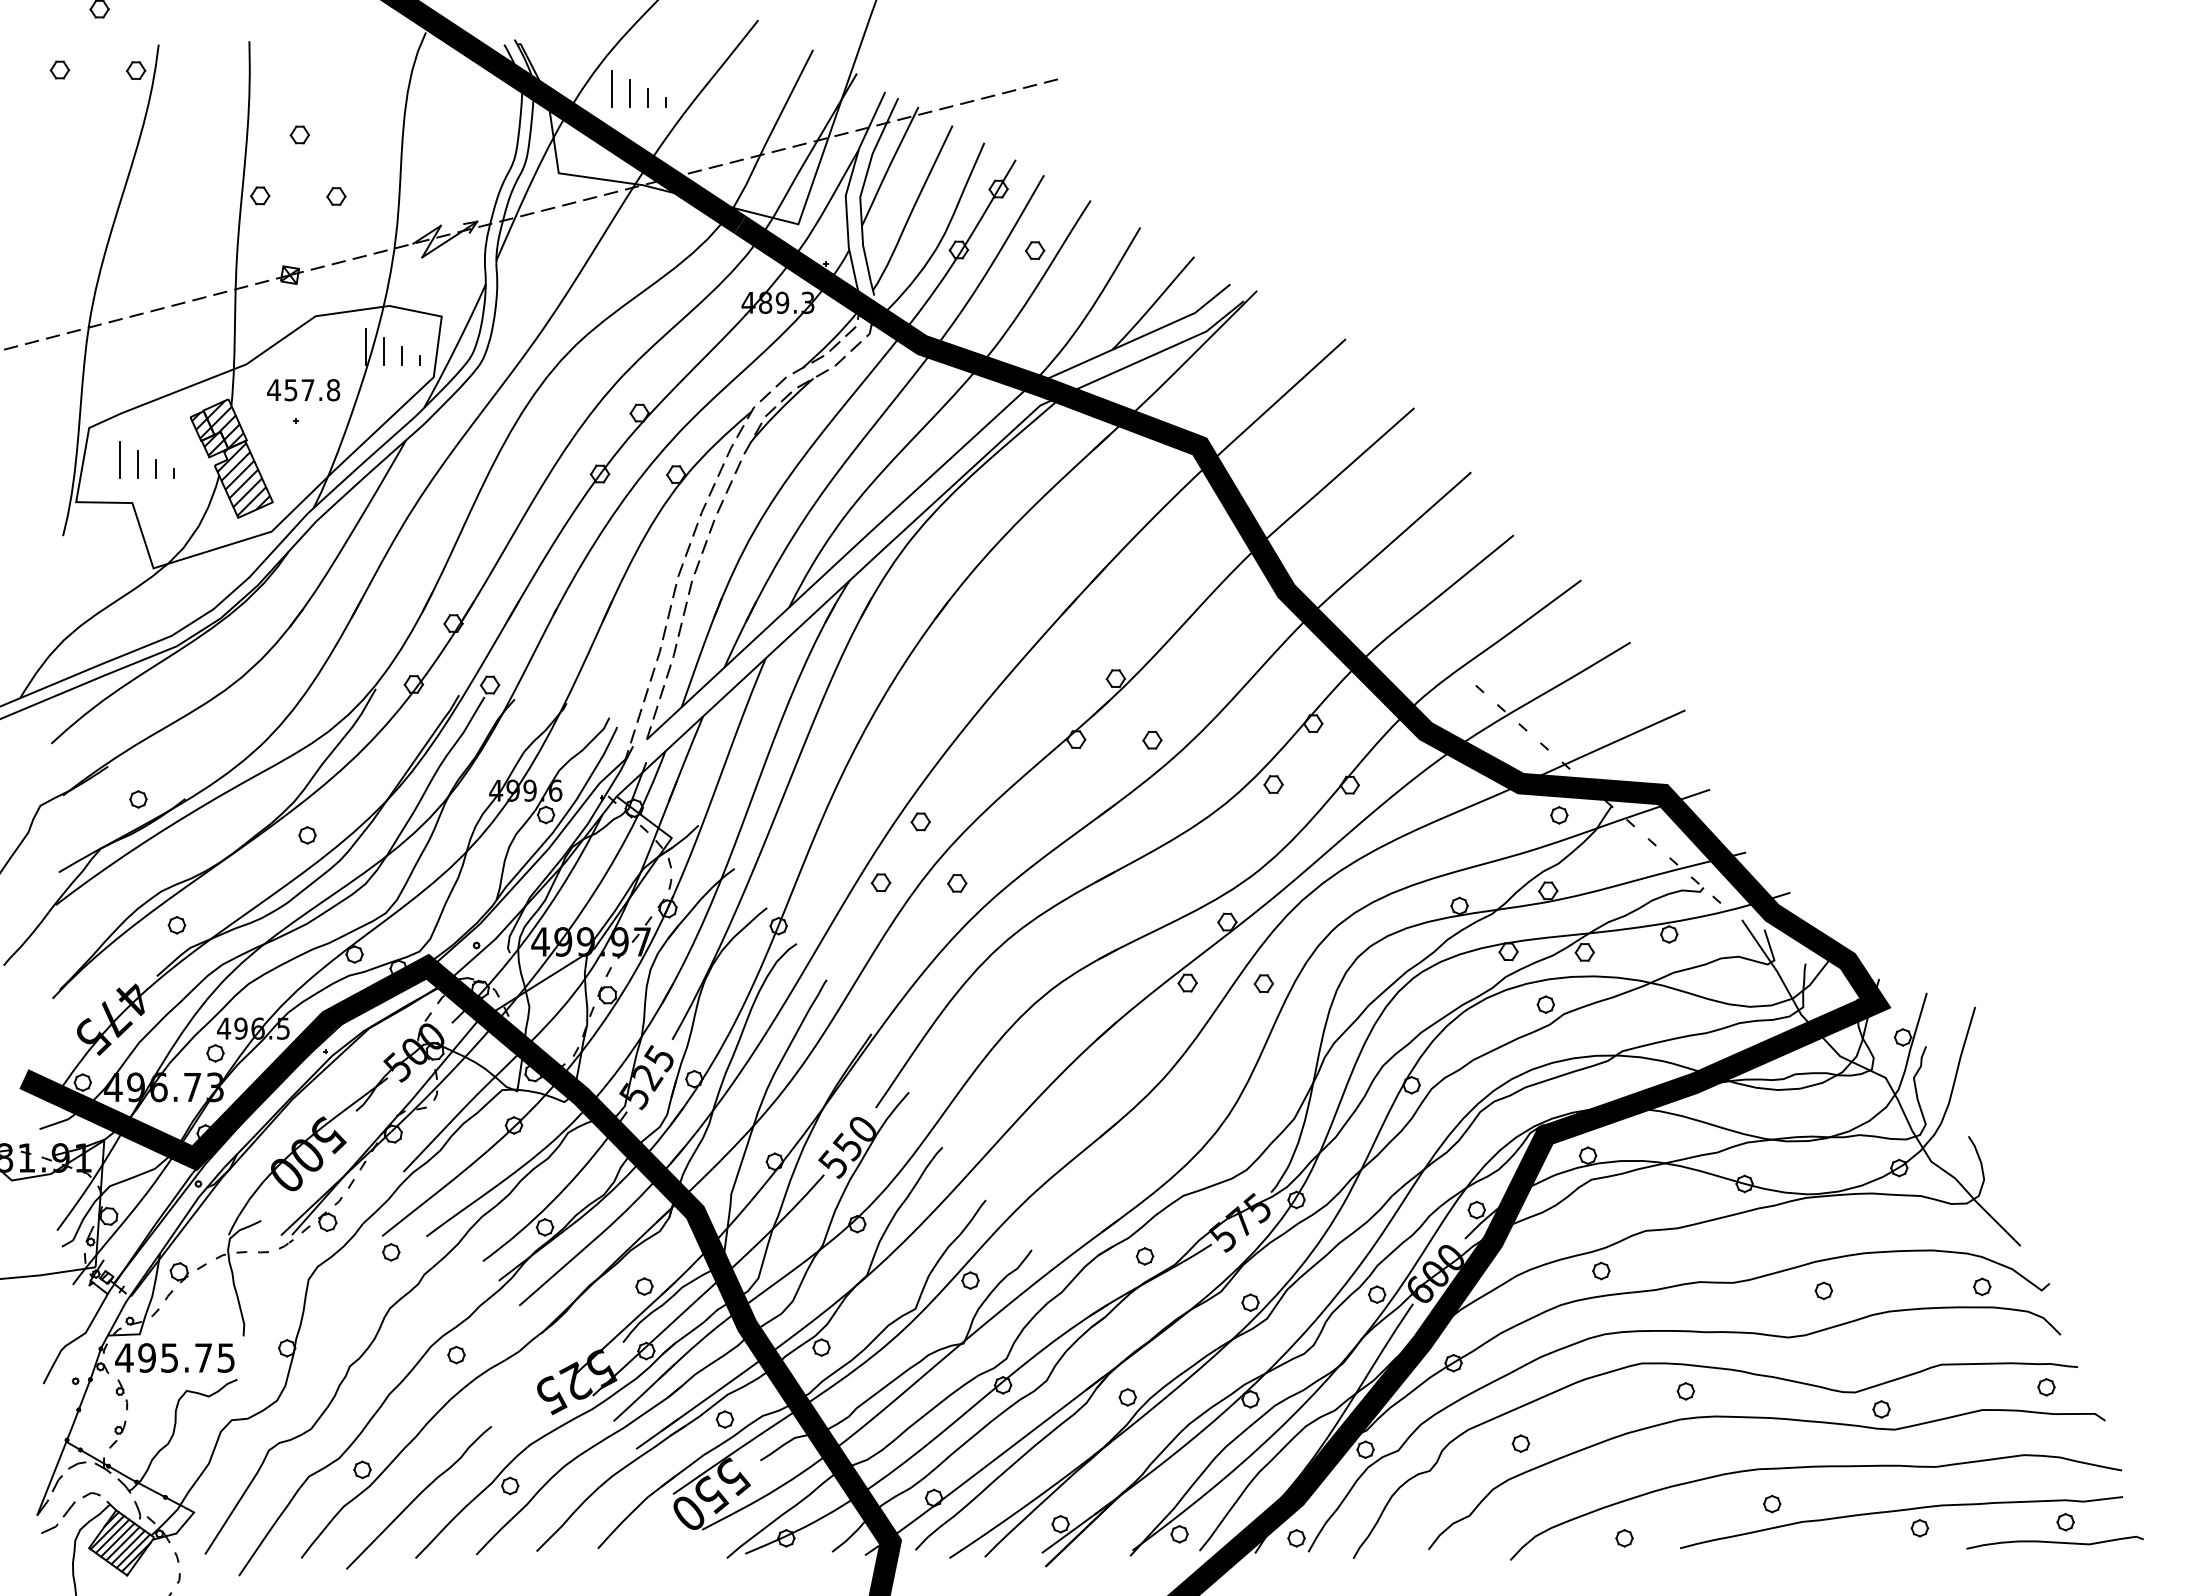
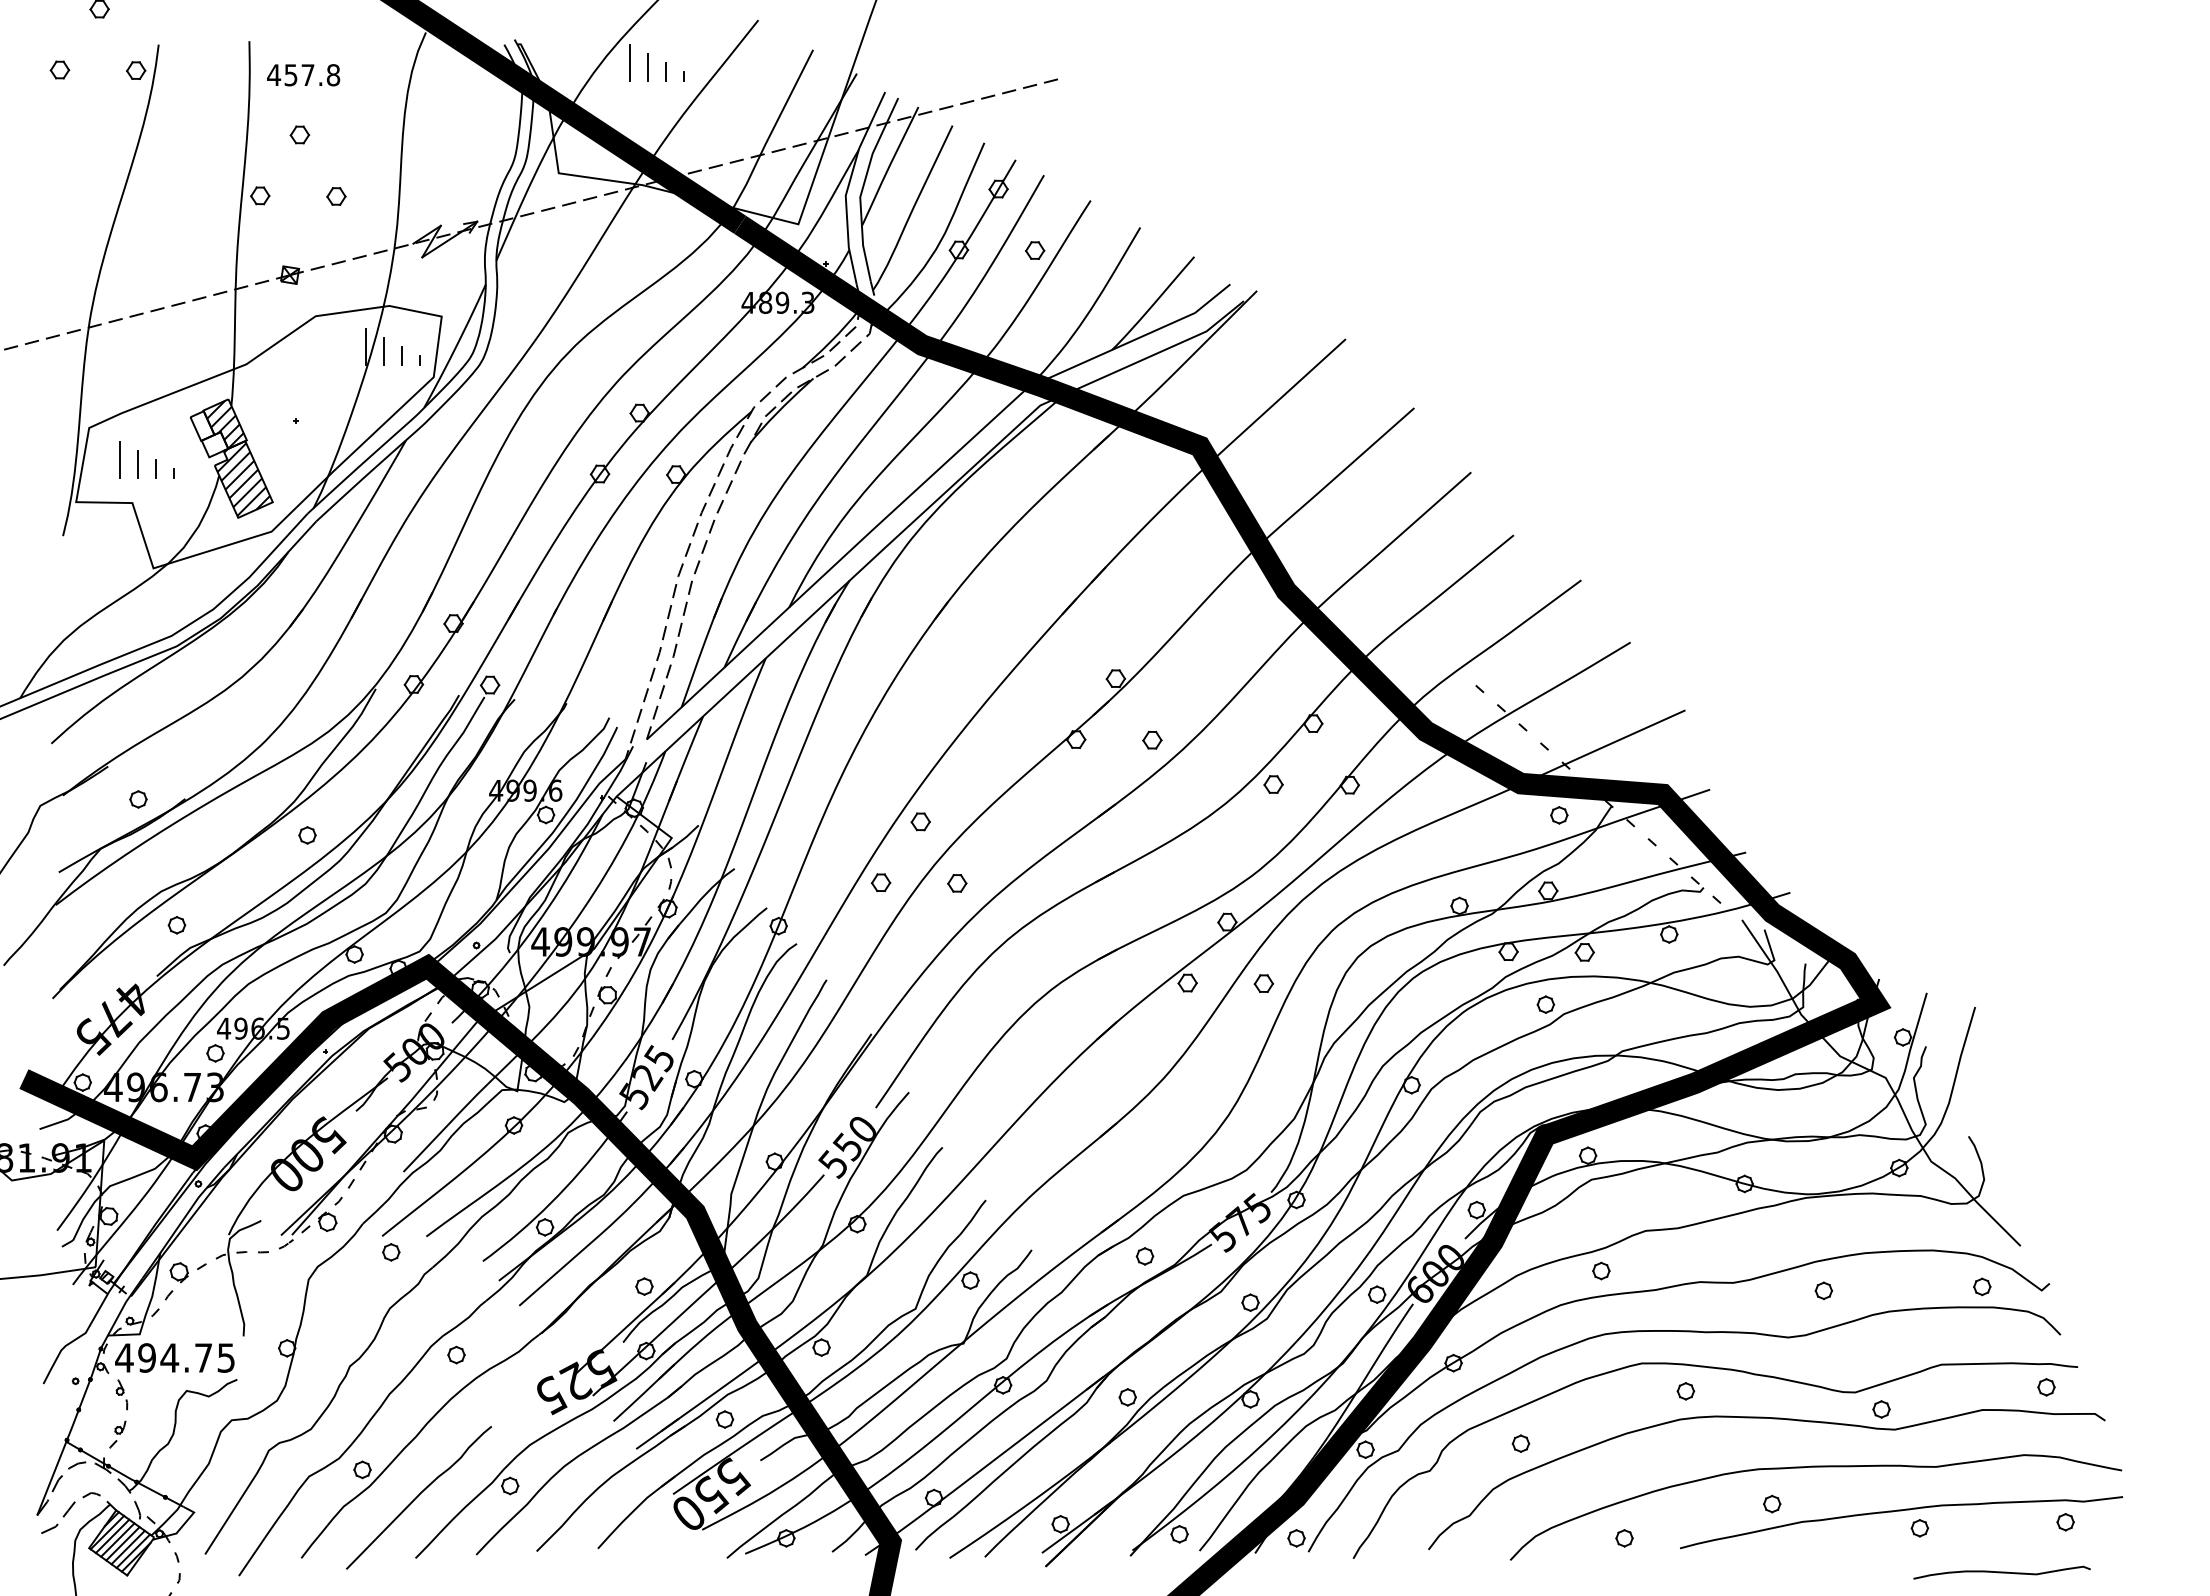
part at (630, 88) position: (630, 88) -> (648, 62)
text at (303, 390) position: (303, 390) -> (303, 75)
hatch at (201, 425): present -> none
hatch at (216, 444): present -> none
text at (169, 1357): 495.75 -> 494.75
curve at (2054, 1542) position: (2054, 1542) -> (2001, 1572)
